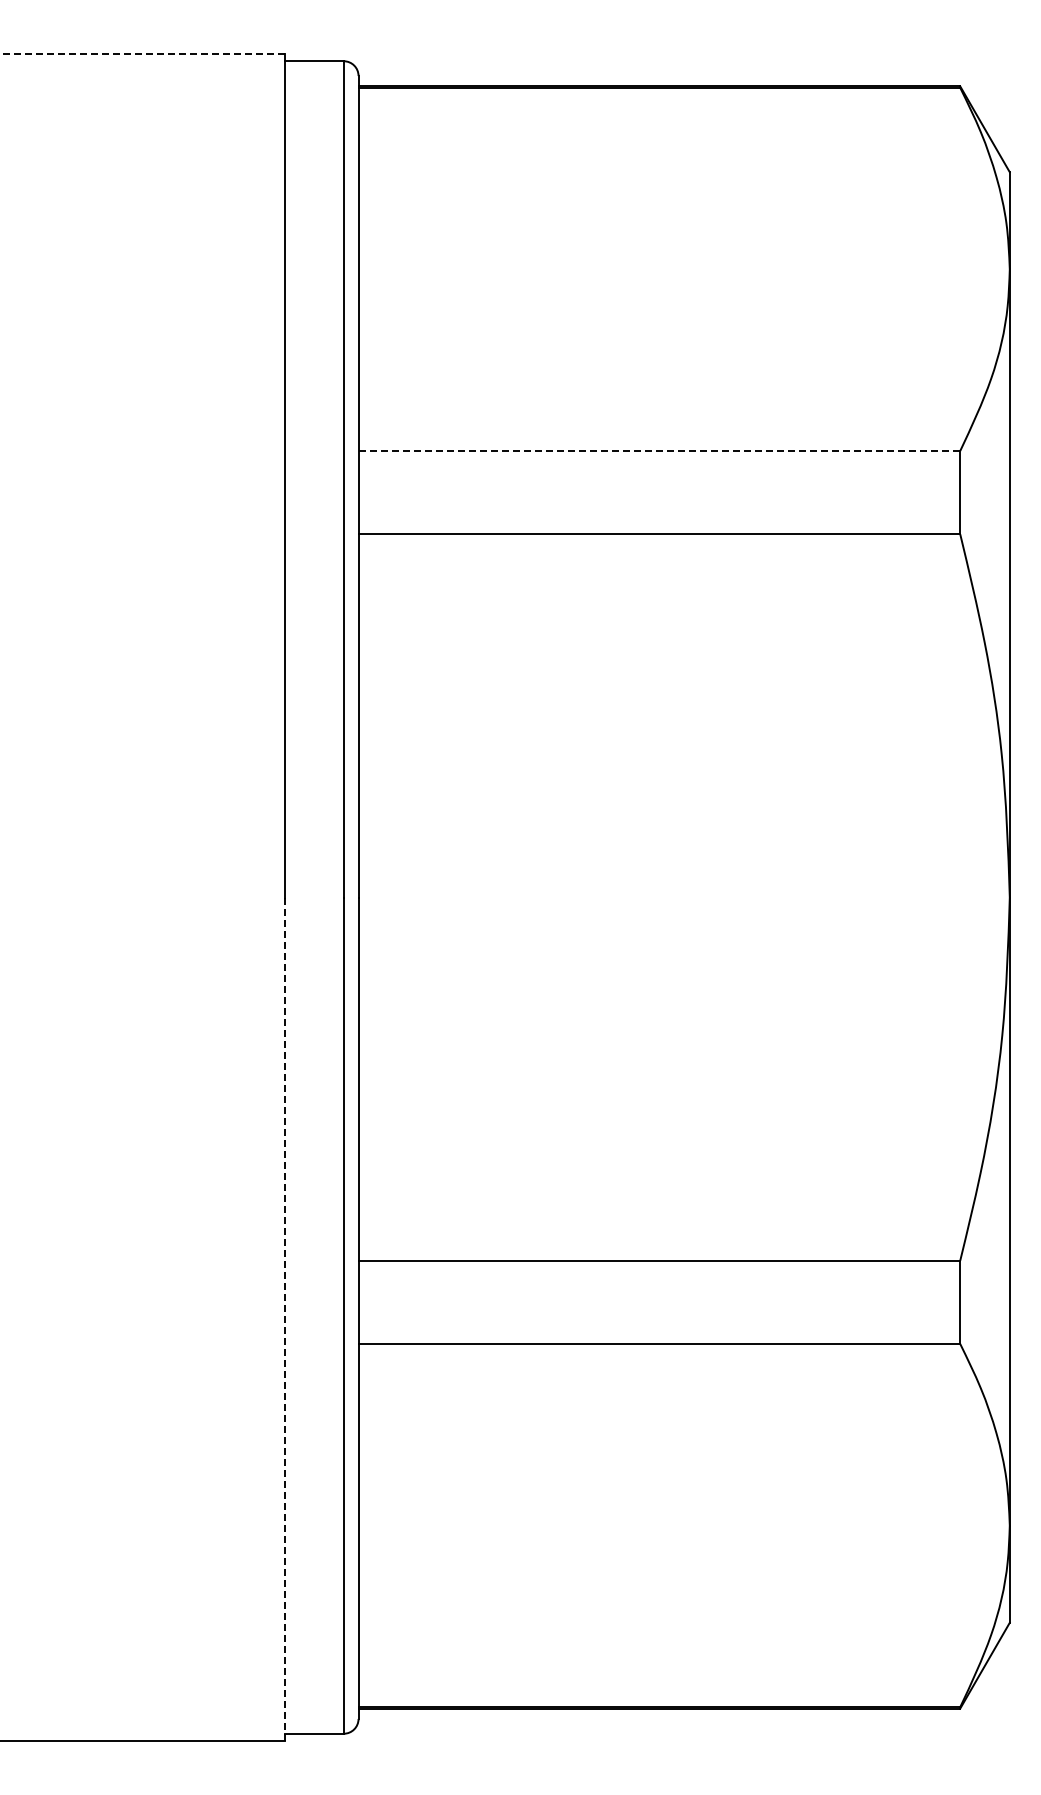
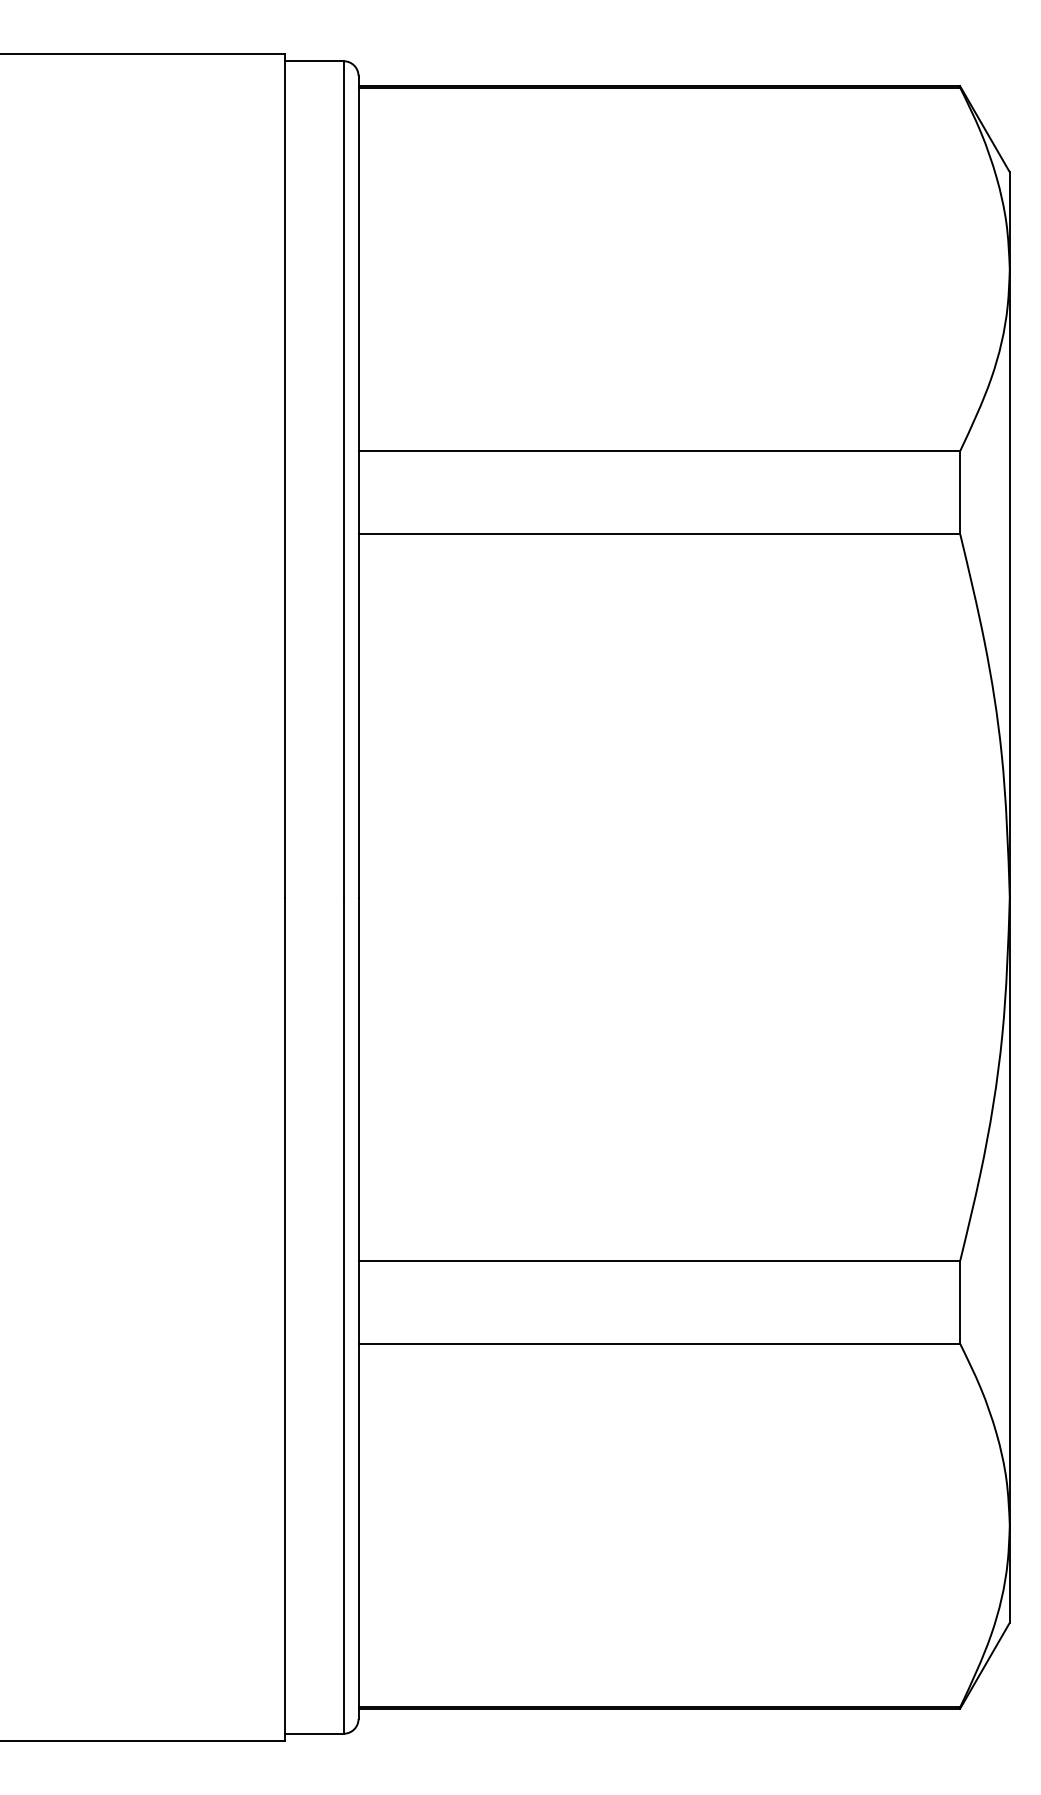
line at (142, 53): dashed -> solid
line at (659, 450): dashed -> solid
line at (284, 1319): dashed -> solid
